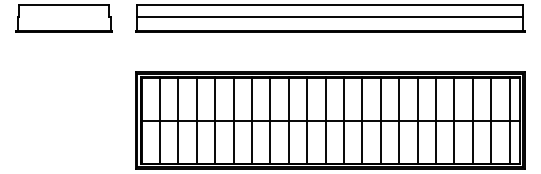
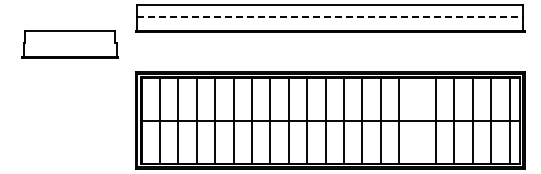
line at (330, 16): solid -> dashed
part at (63, 18) position: (63, 18) -> (69, 44)
line at (417, 120): present -> none
